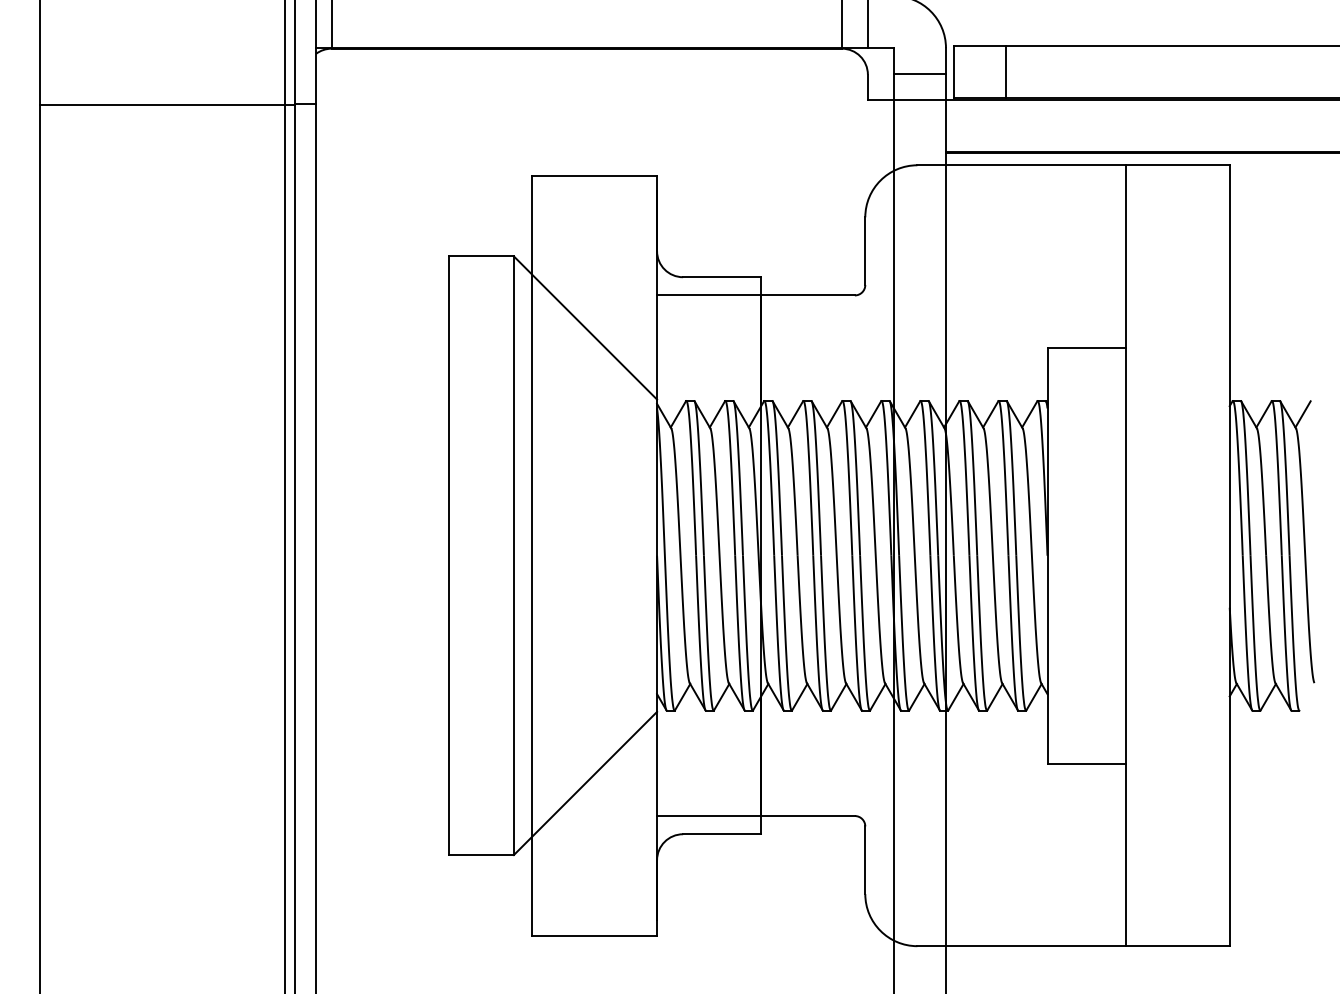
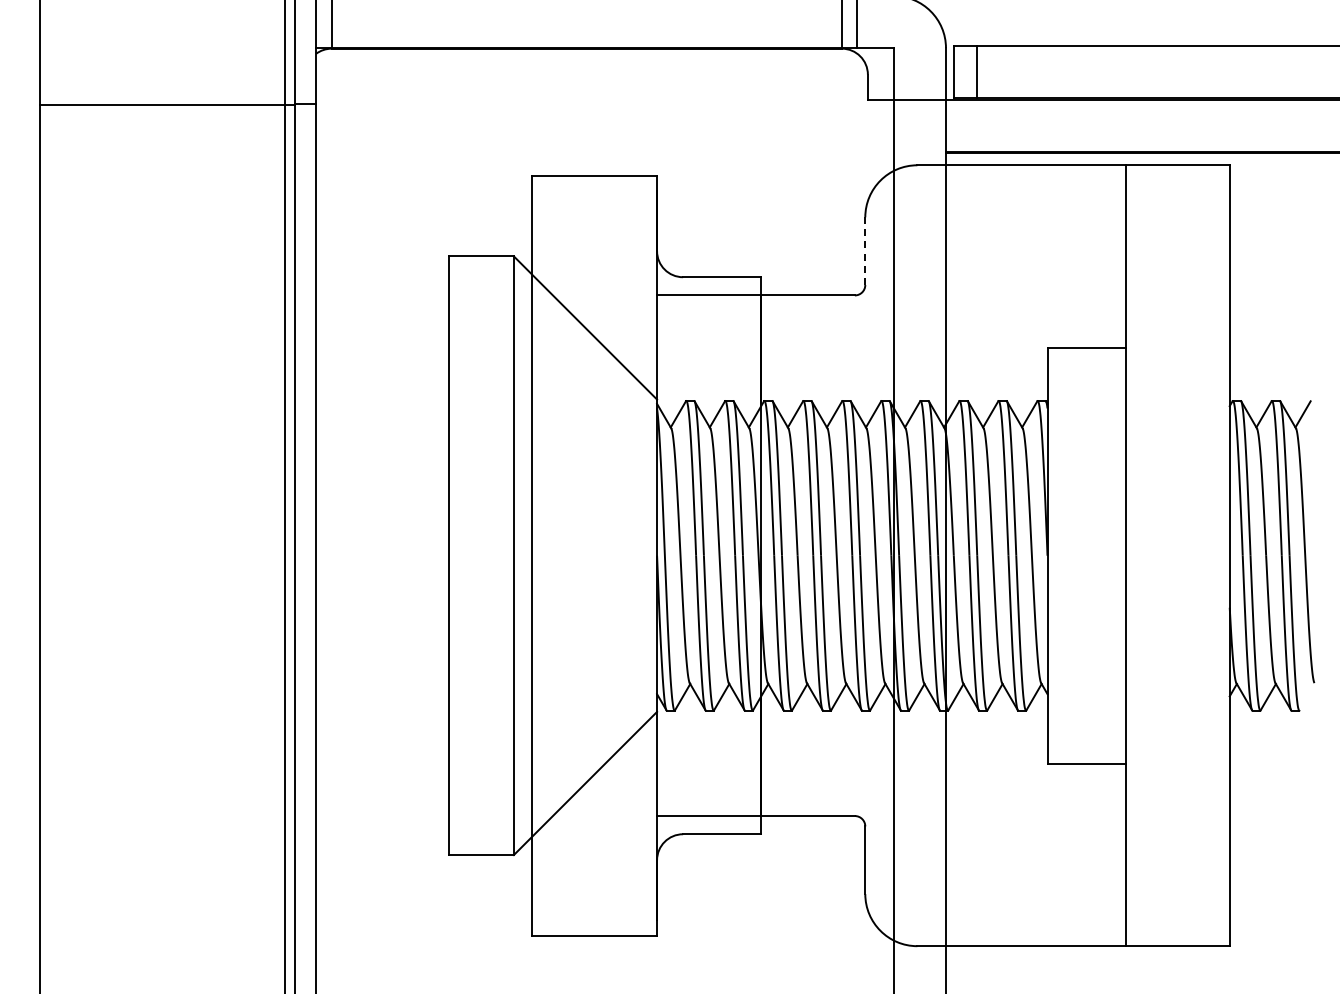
line at (867, 25) position: (867, 25) -> (856, 25)
line at (1005, 72) position: (1005, 72) -> (976, 72)
line at (919, 74): present -> none
line at (865, 251): solid -> dashed
